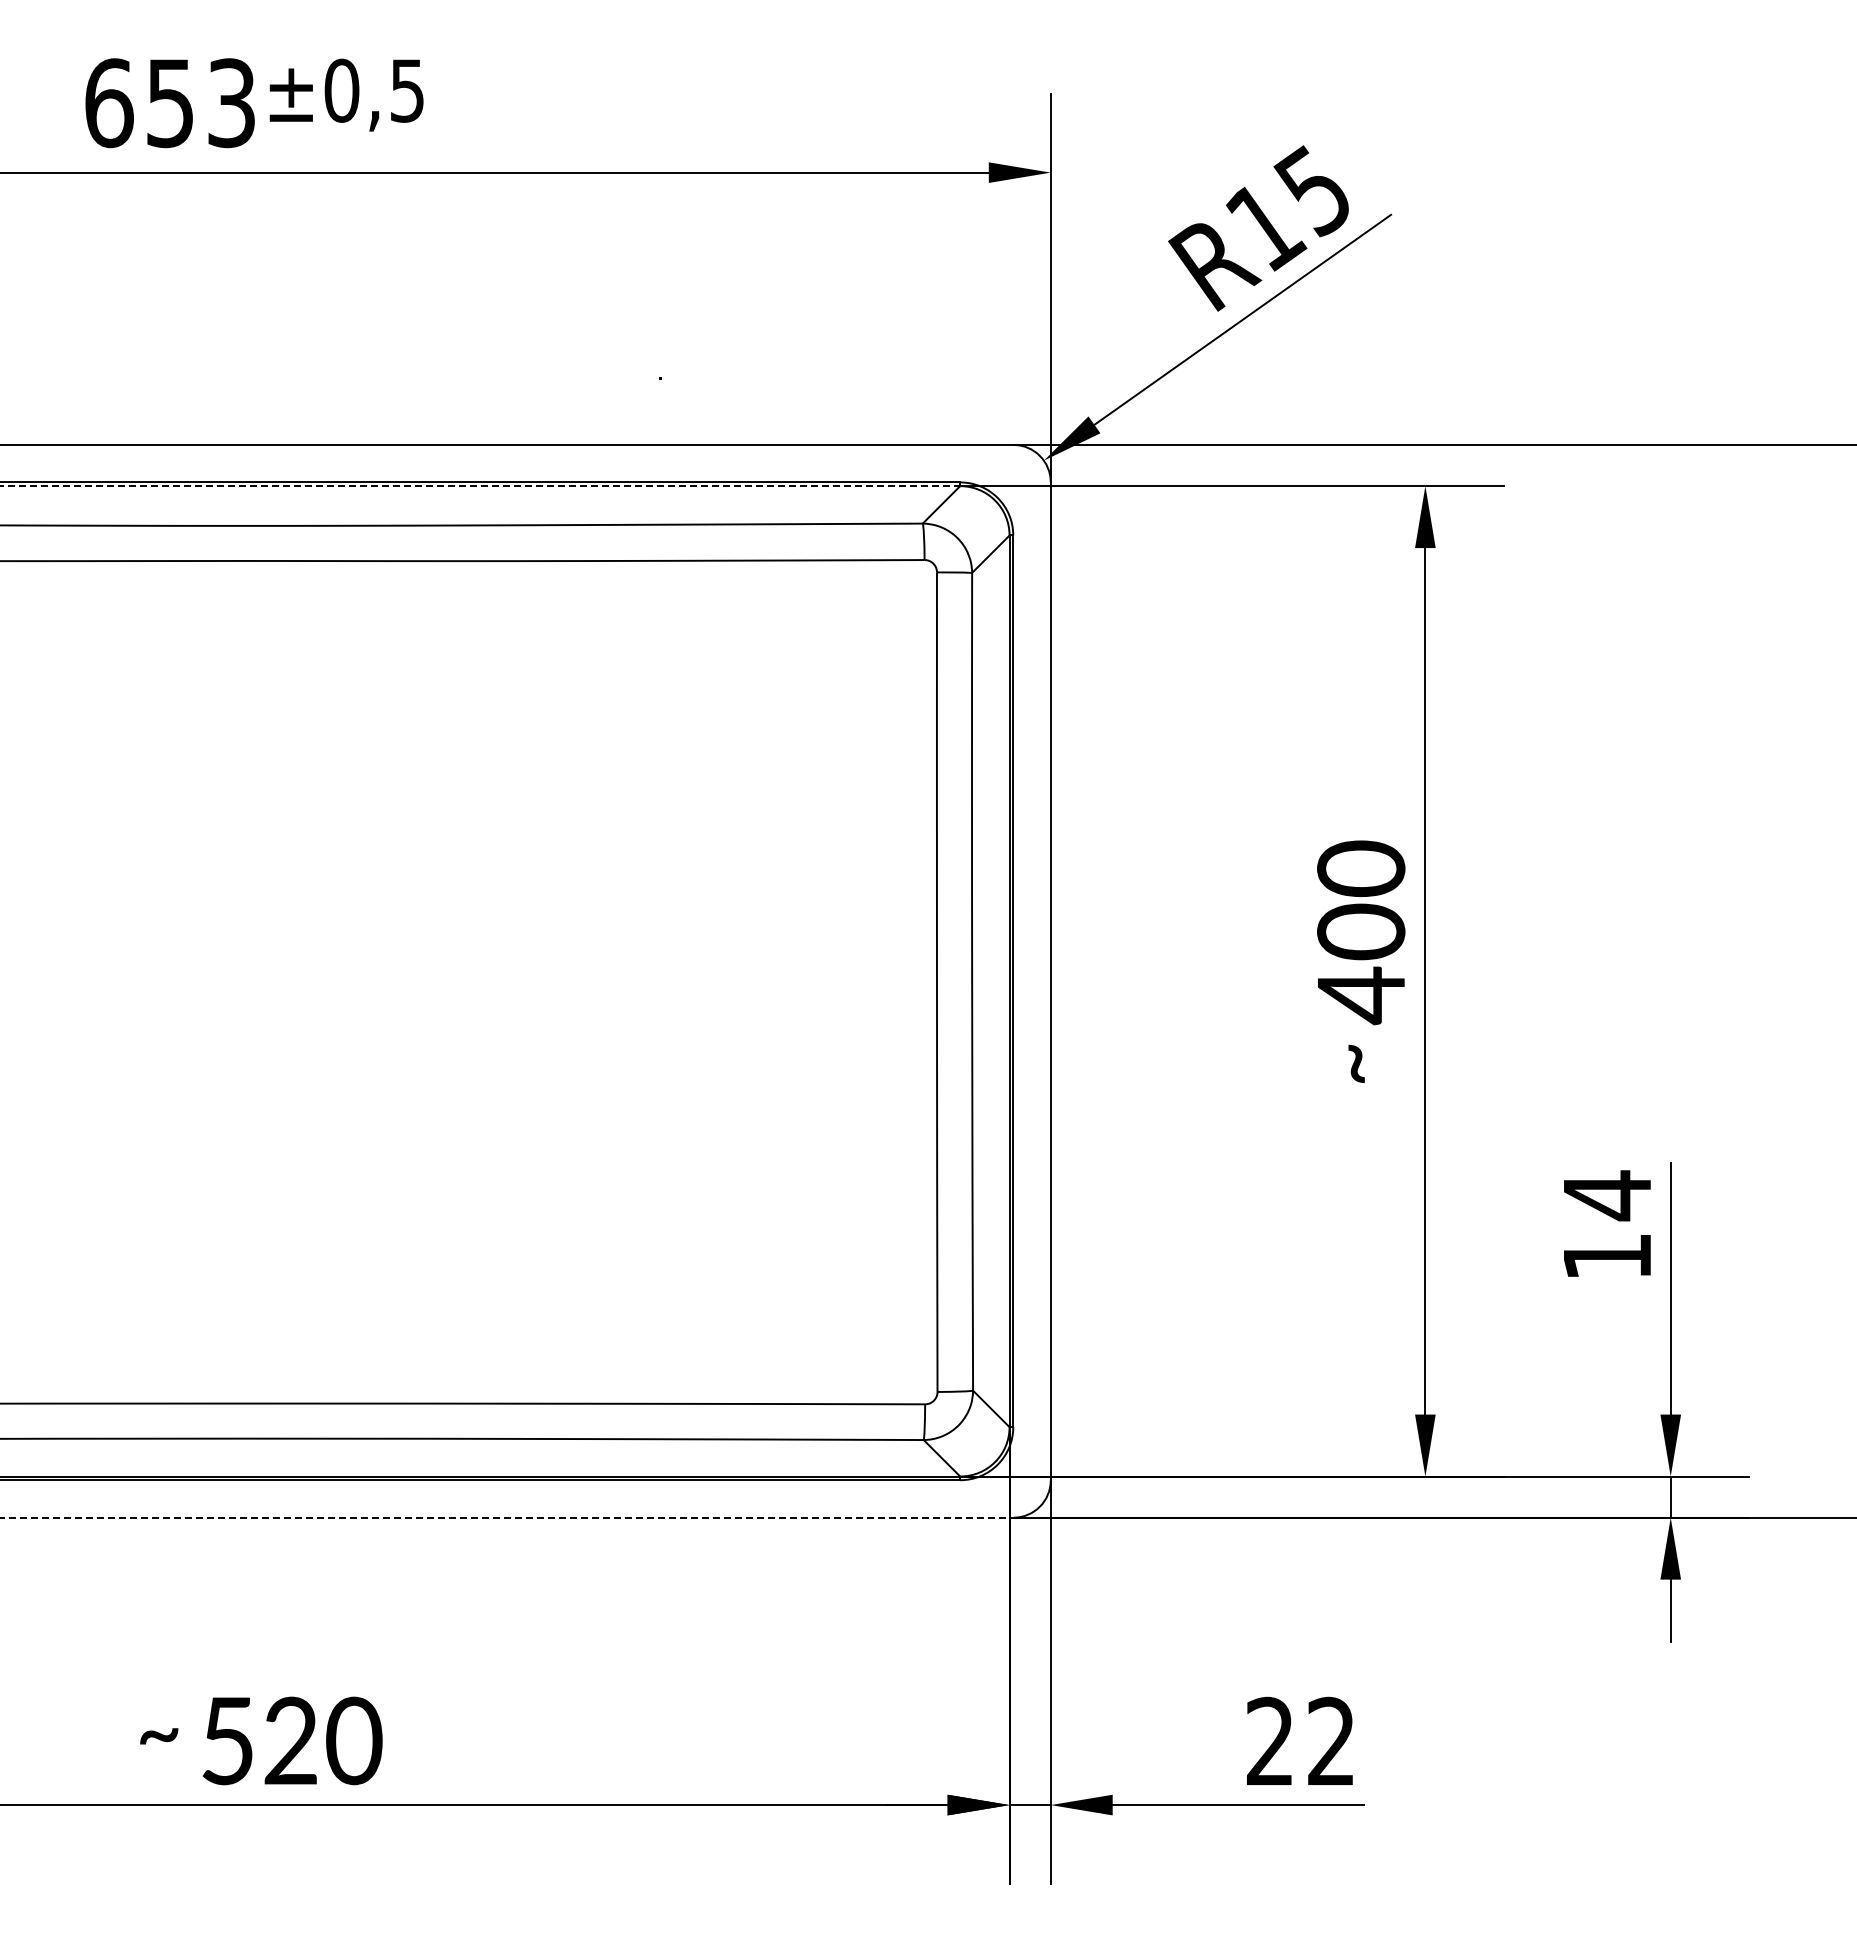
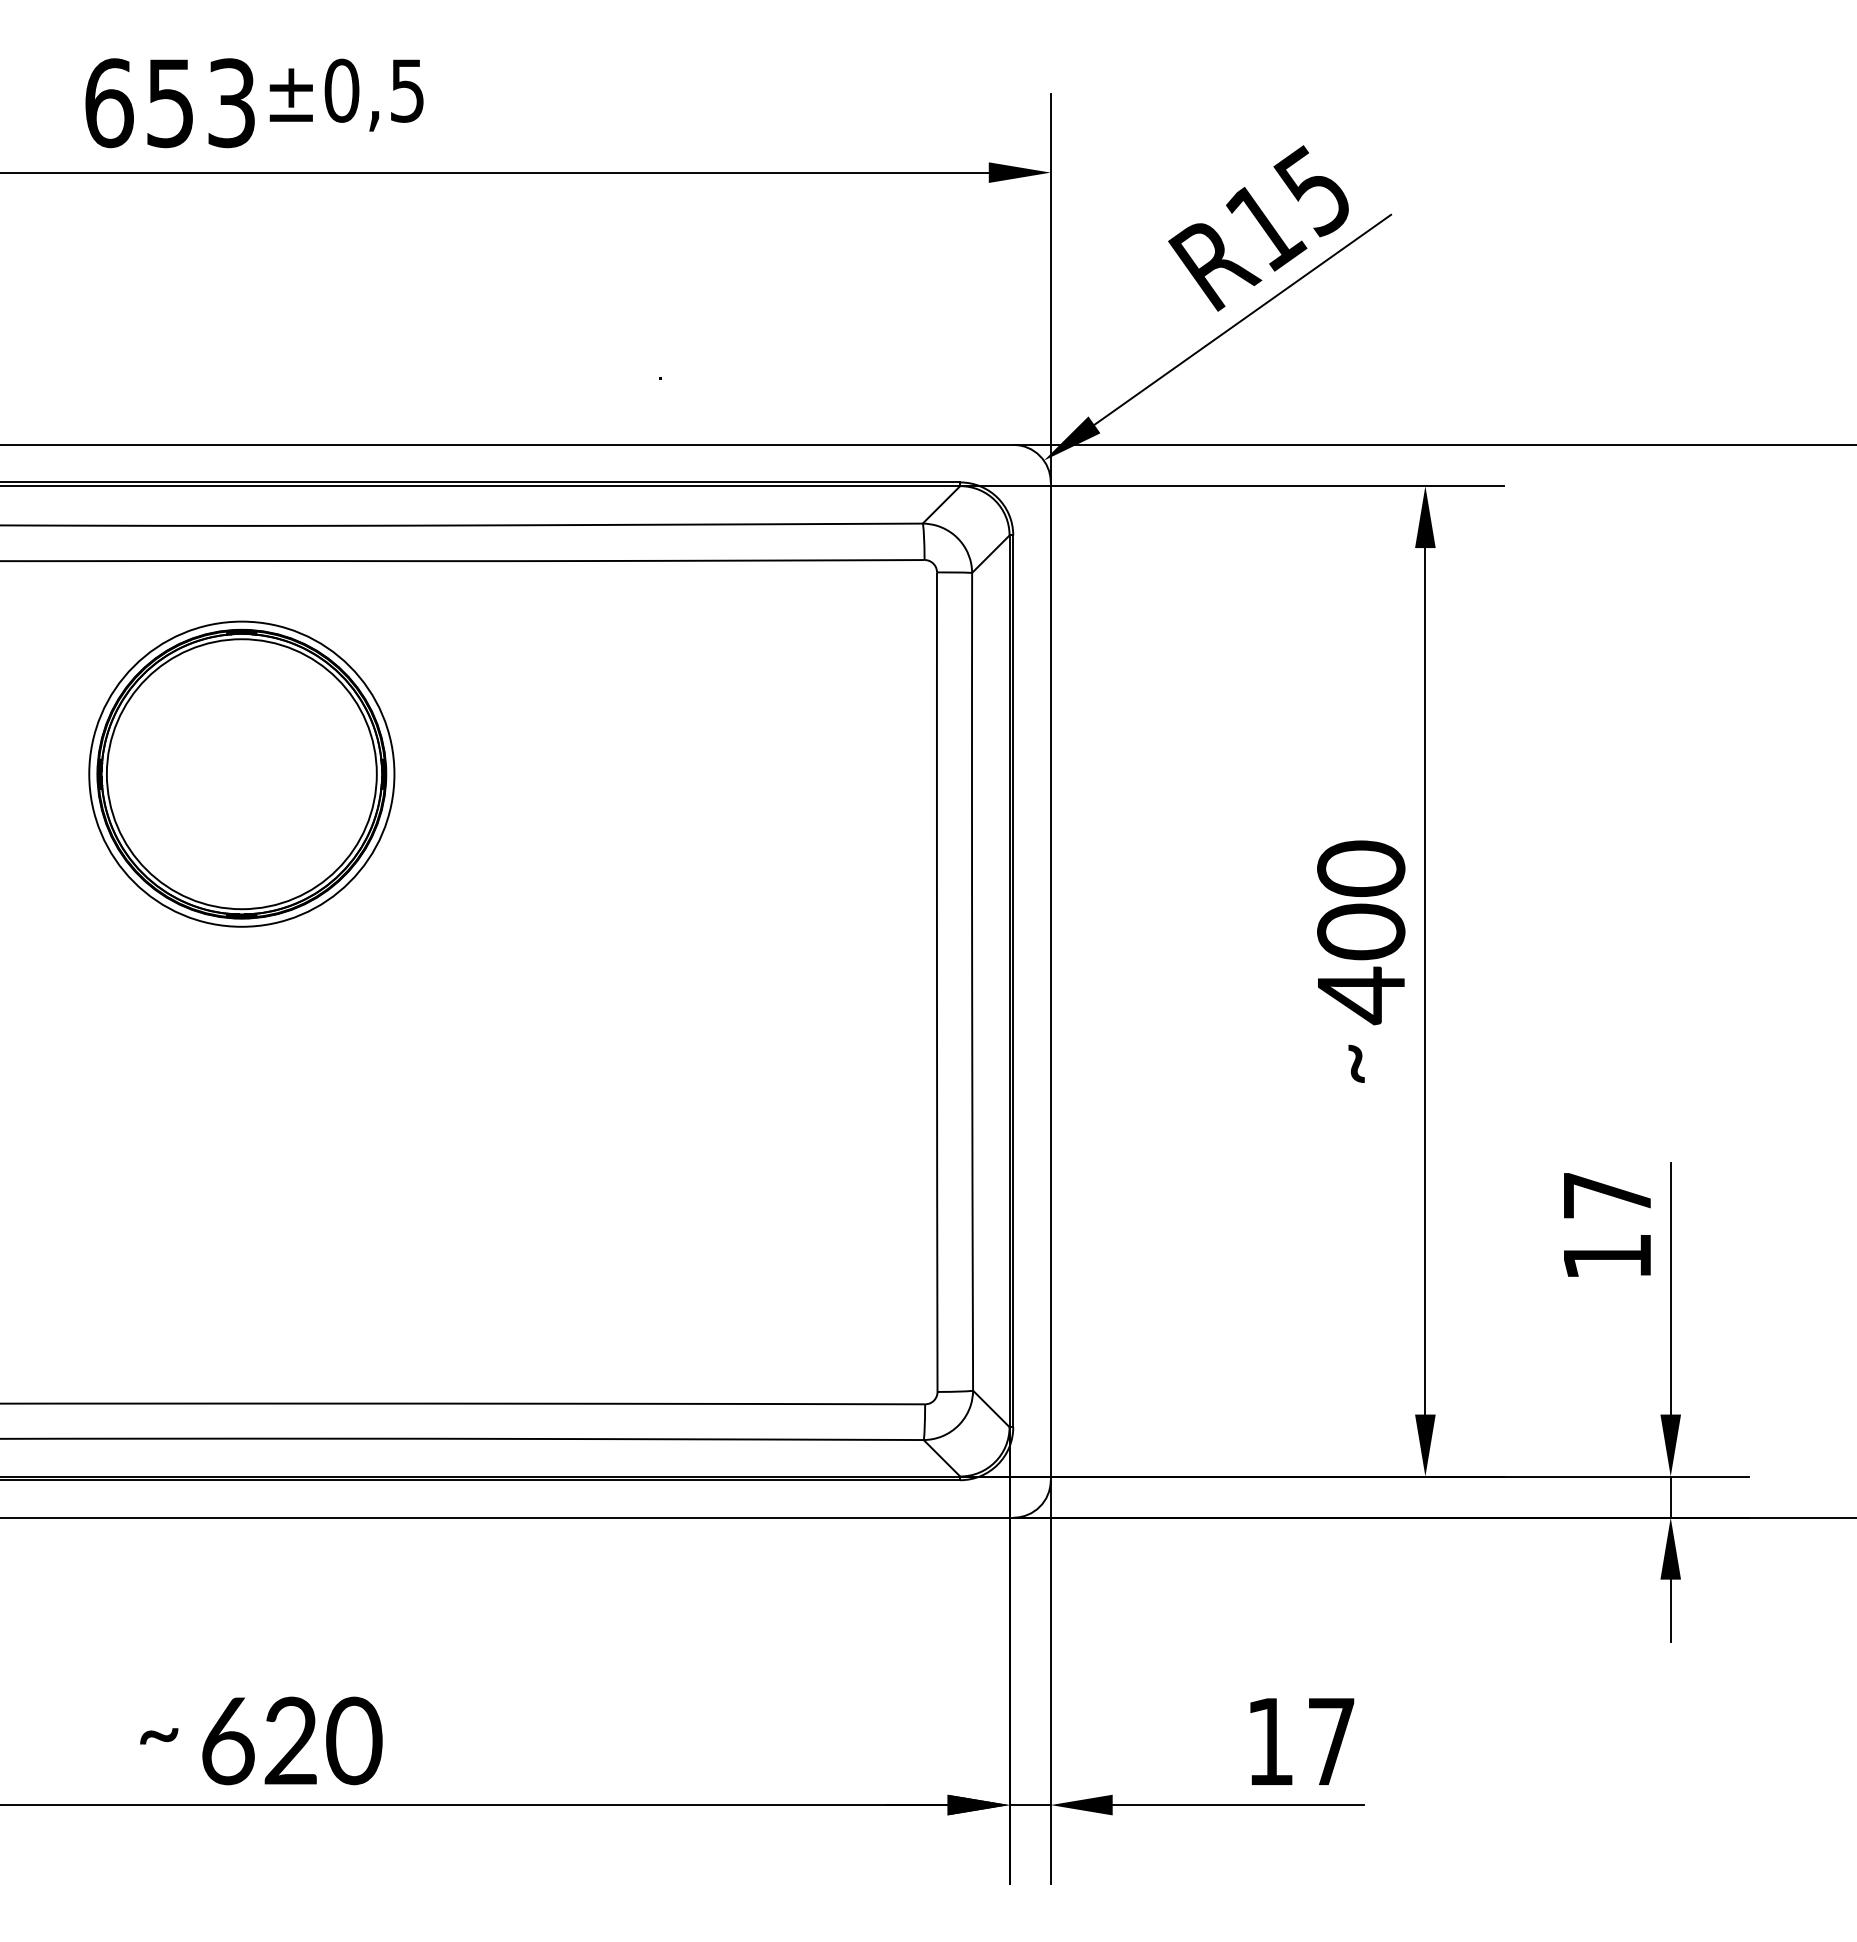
line at (480, 486): dashed -> solid
part at (241, 773): none -> present
text at (1607, 1195): 14 -> 17
line at (507, 1517): dashed -> solid
text at (1300, 1740): 22 -> 17
text at (228, 1741): 520 -> 620
